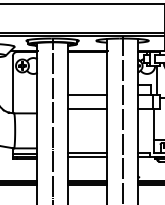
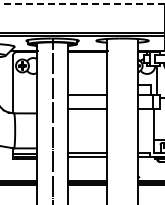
line at (82, 3): solid -> dashed
line at (122, 118): present -> none
